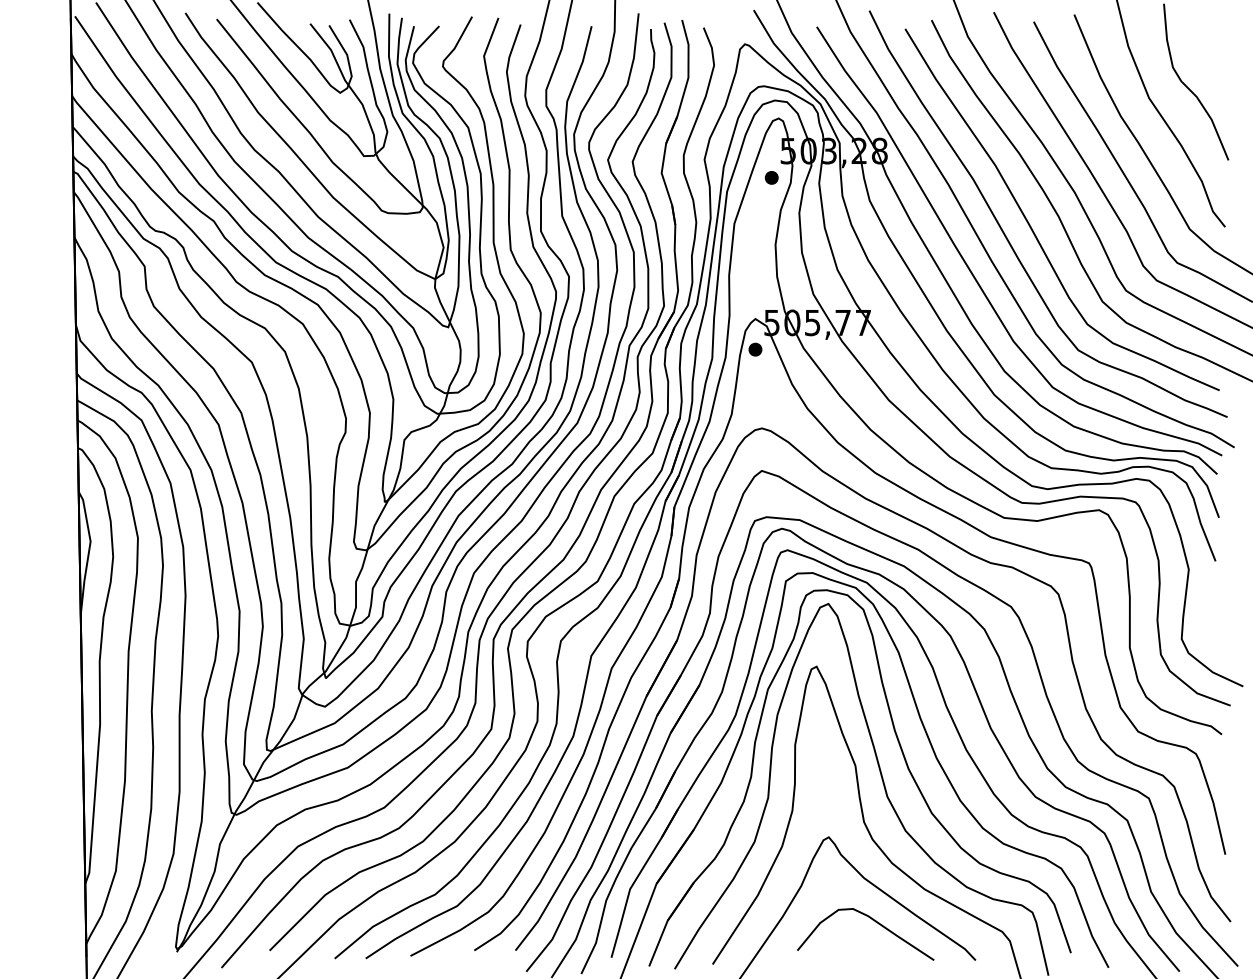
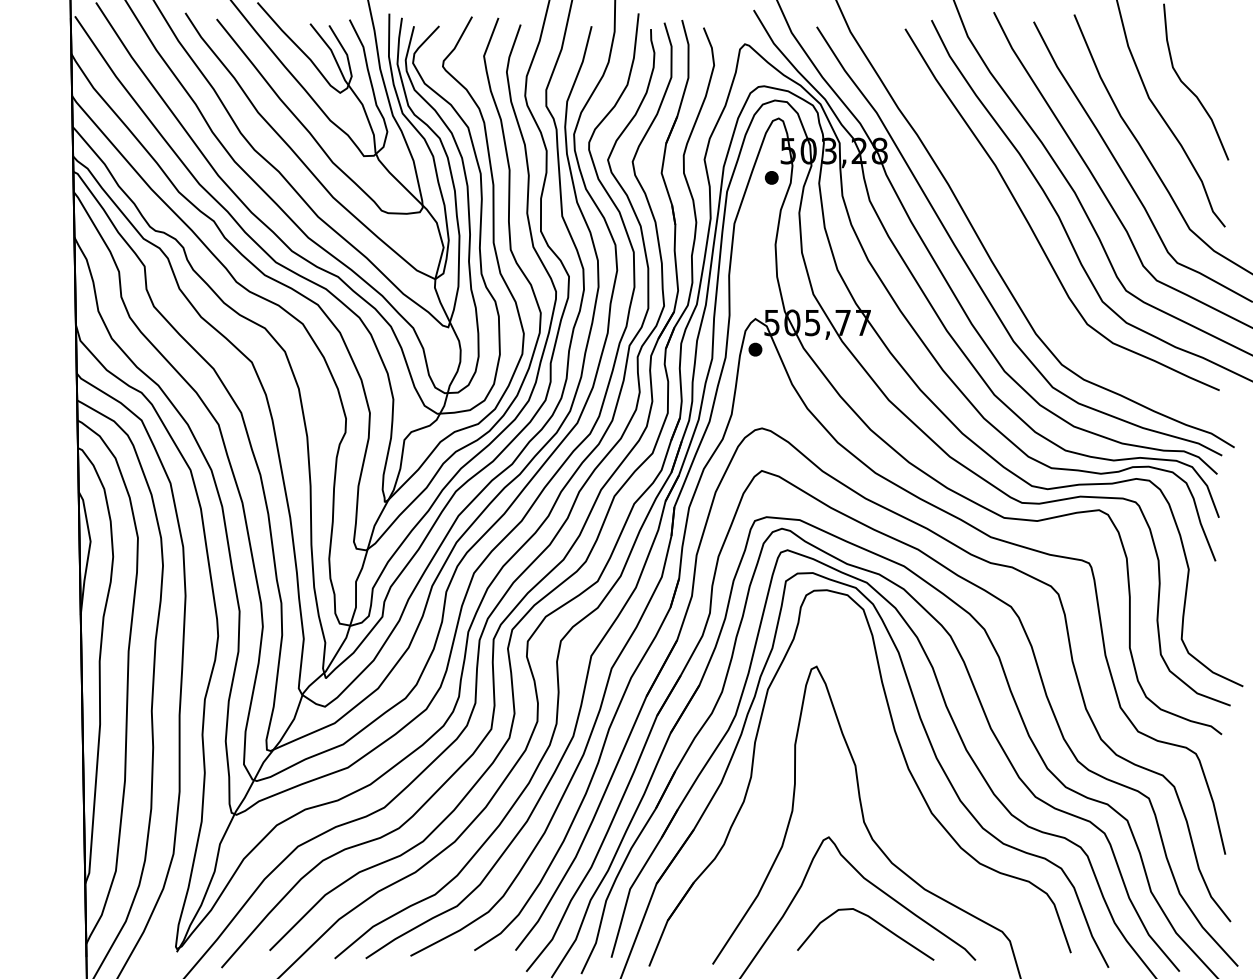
part at (1006, 235): present -> none
part at (882, 783): present -> none
